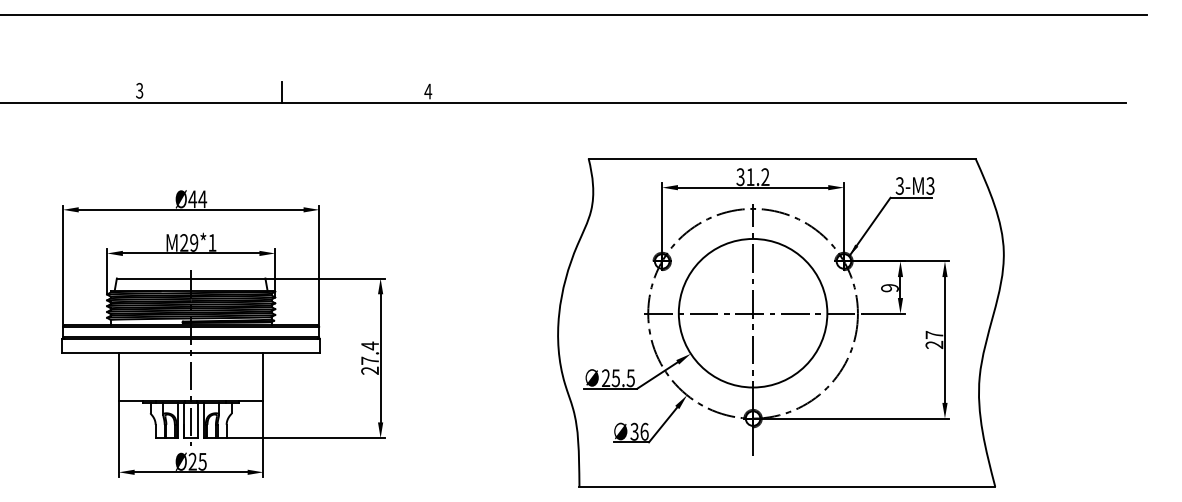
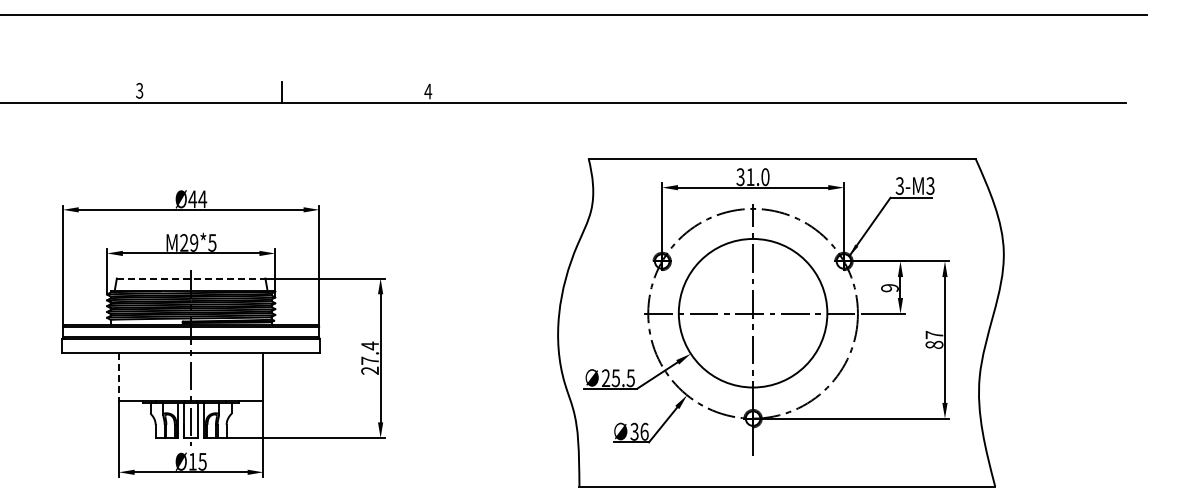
text at (765, 177): 31.2 -> 31.0
text at (212, 242): M29*1 -> M29*5
line at (191, 278): solid -> dashed
text at (934, 344): 27 -> 87
line at (118, 377): solid -> dashed
text at (192, 461): Ø25 -> Ø15
